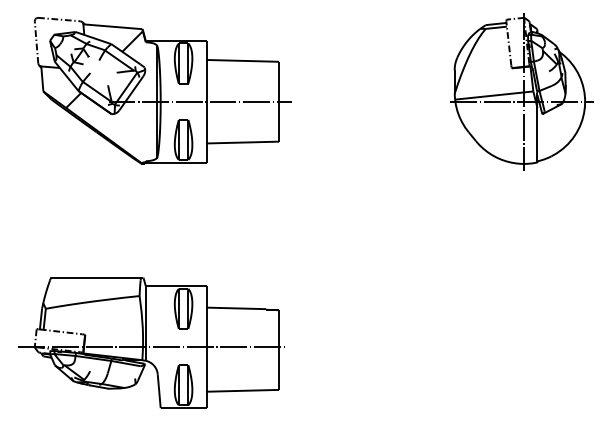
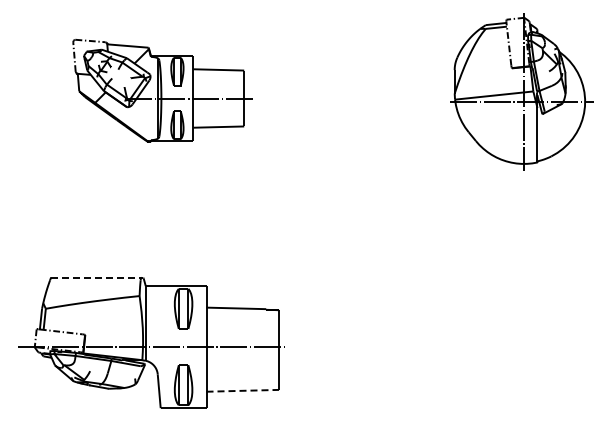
part at (162, 90) size: 258x148 px -> 181x104 px
line at (96, 277): solid -> dashed
line at (243, 390): solid -> dashed
